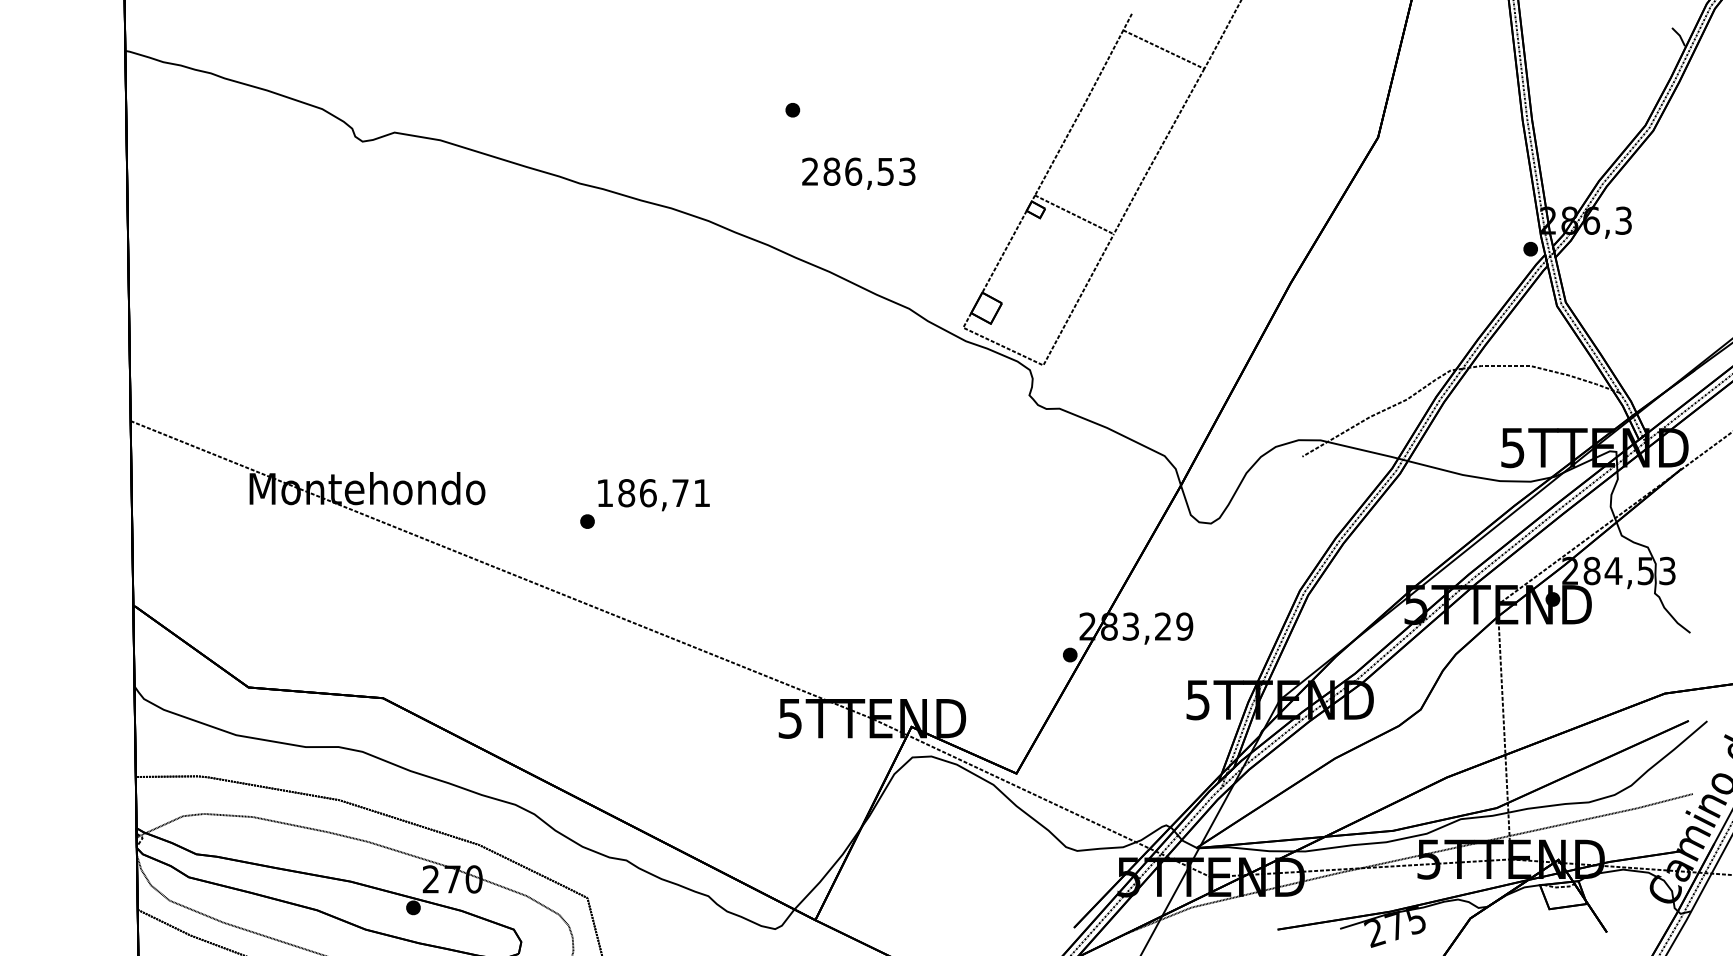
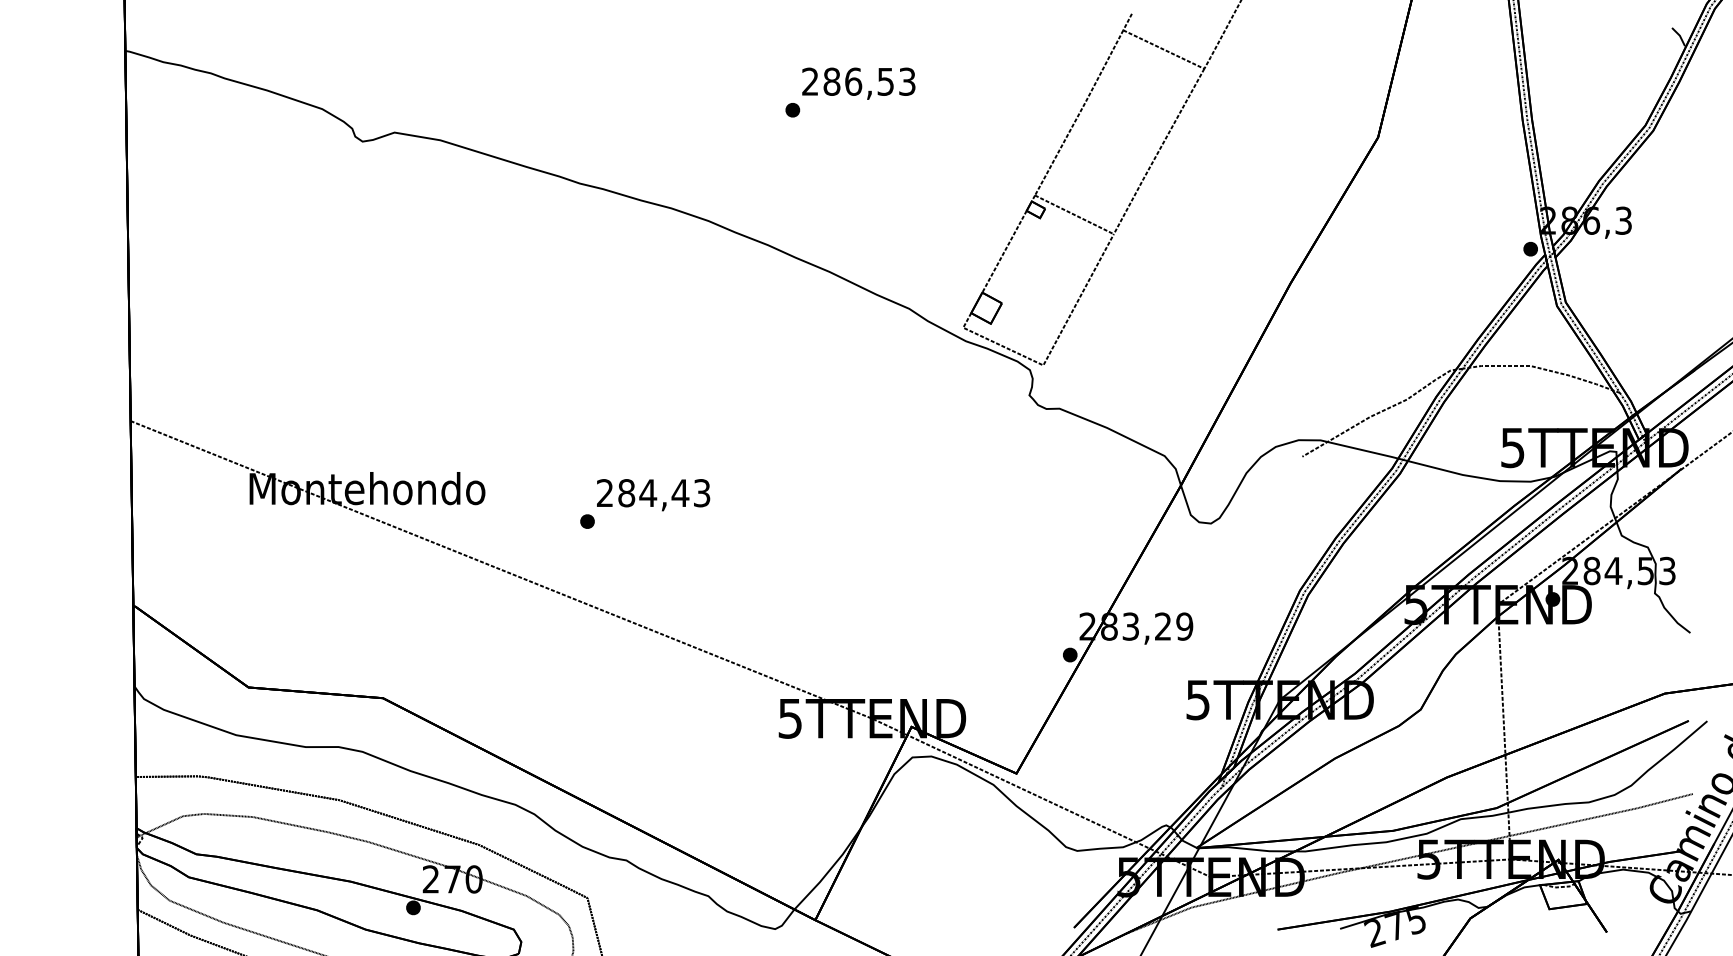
text at (858, 173) position: (858, 173) -> (858, 83)
text at (653, 493): 186,71 -> 284,43
